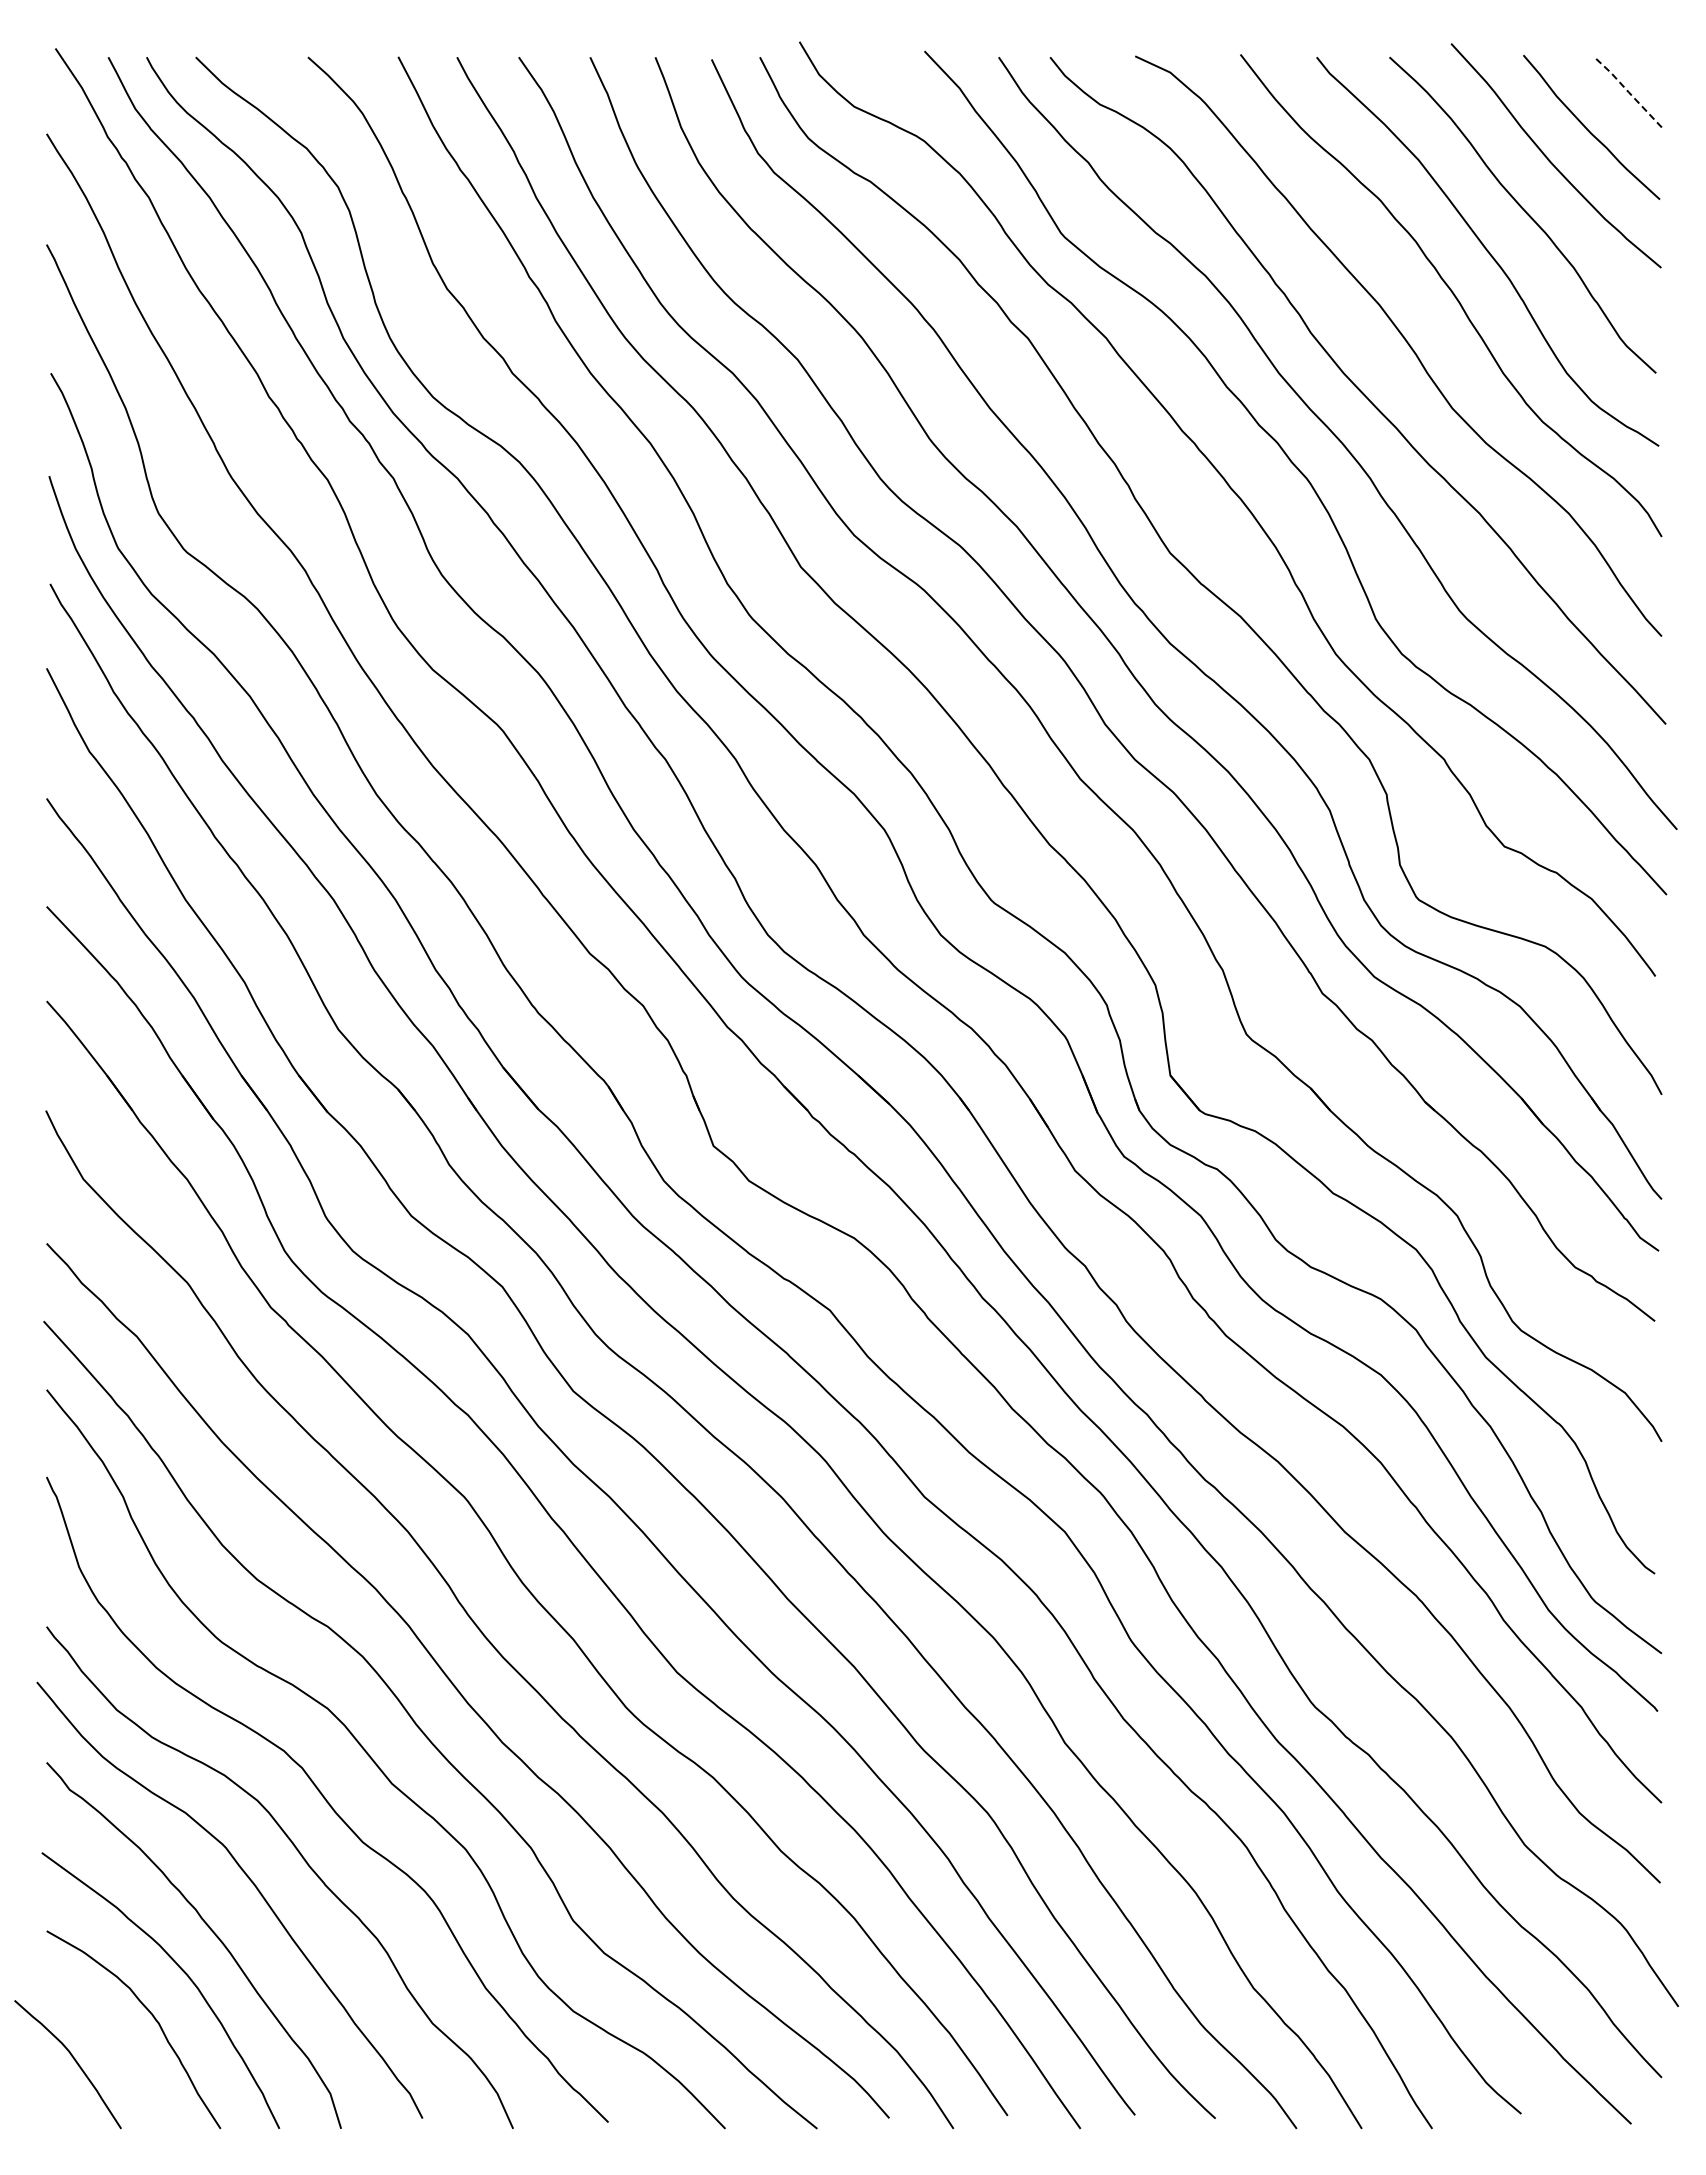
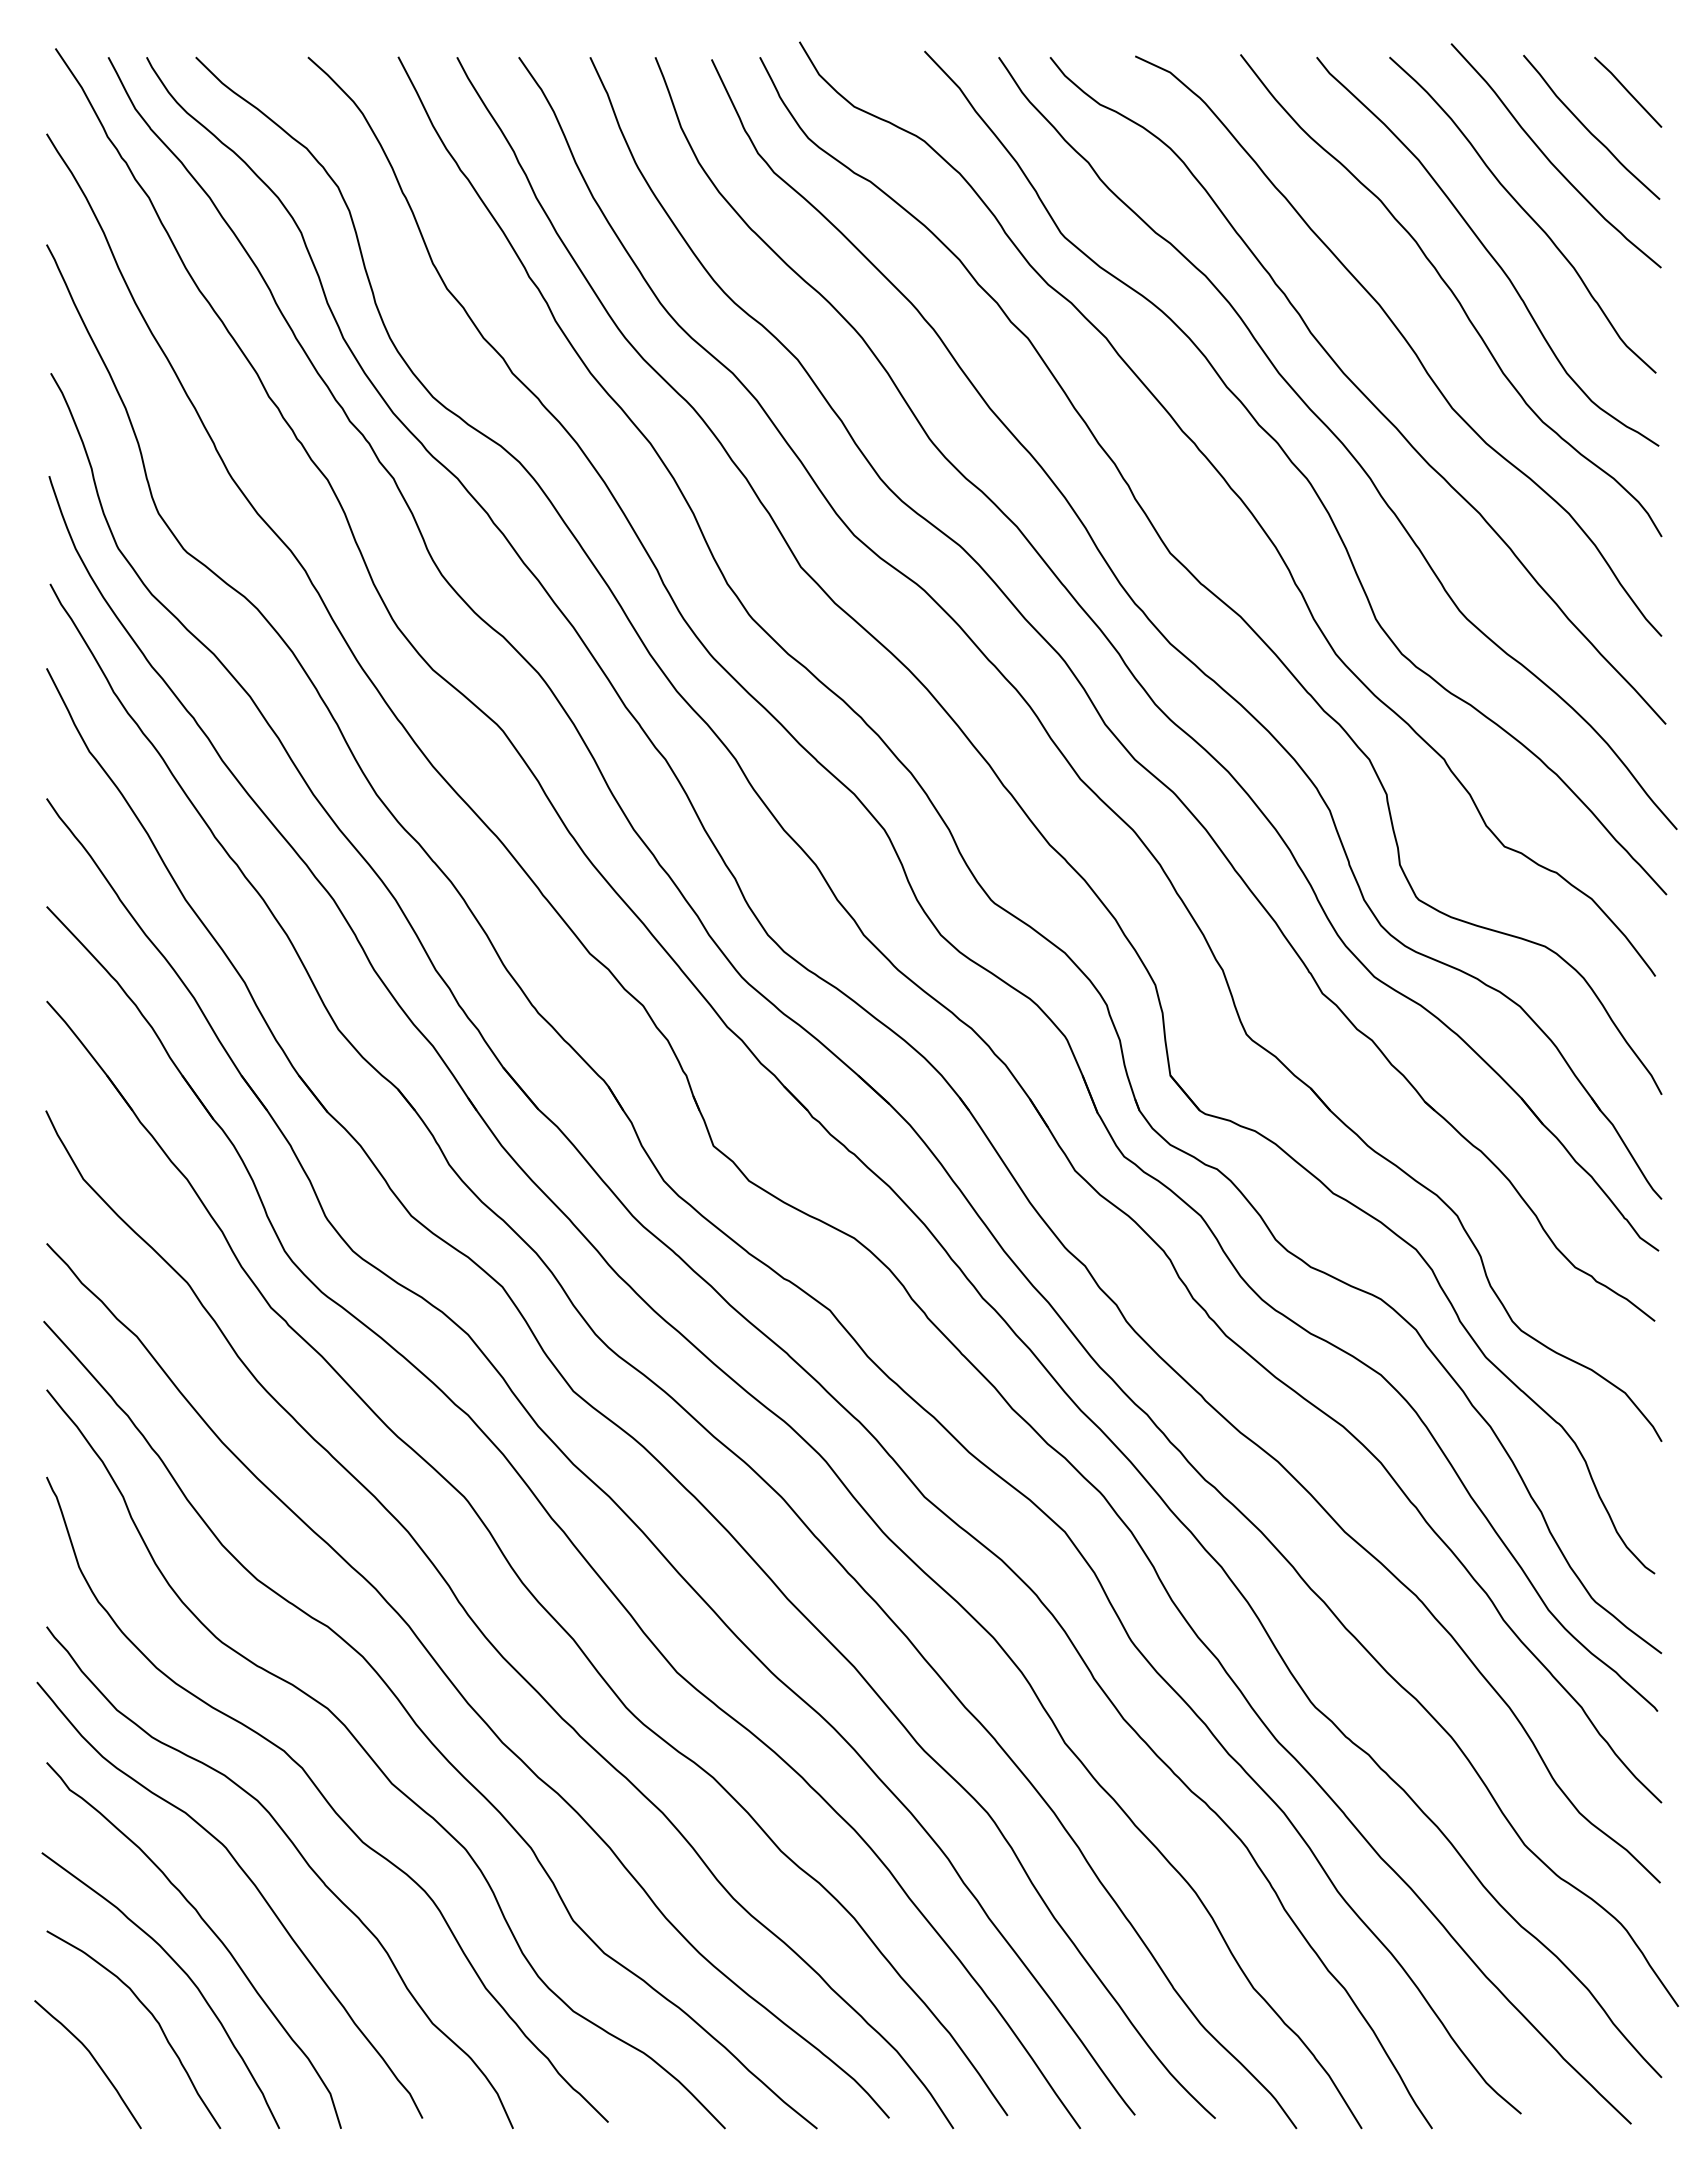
line at (1628, 91): dashed -> solid
curve at (73, 2059) position: (73, 2059) -> (93, 2059)
